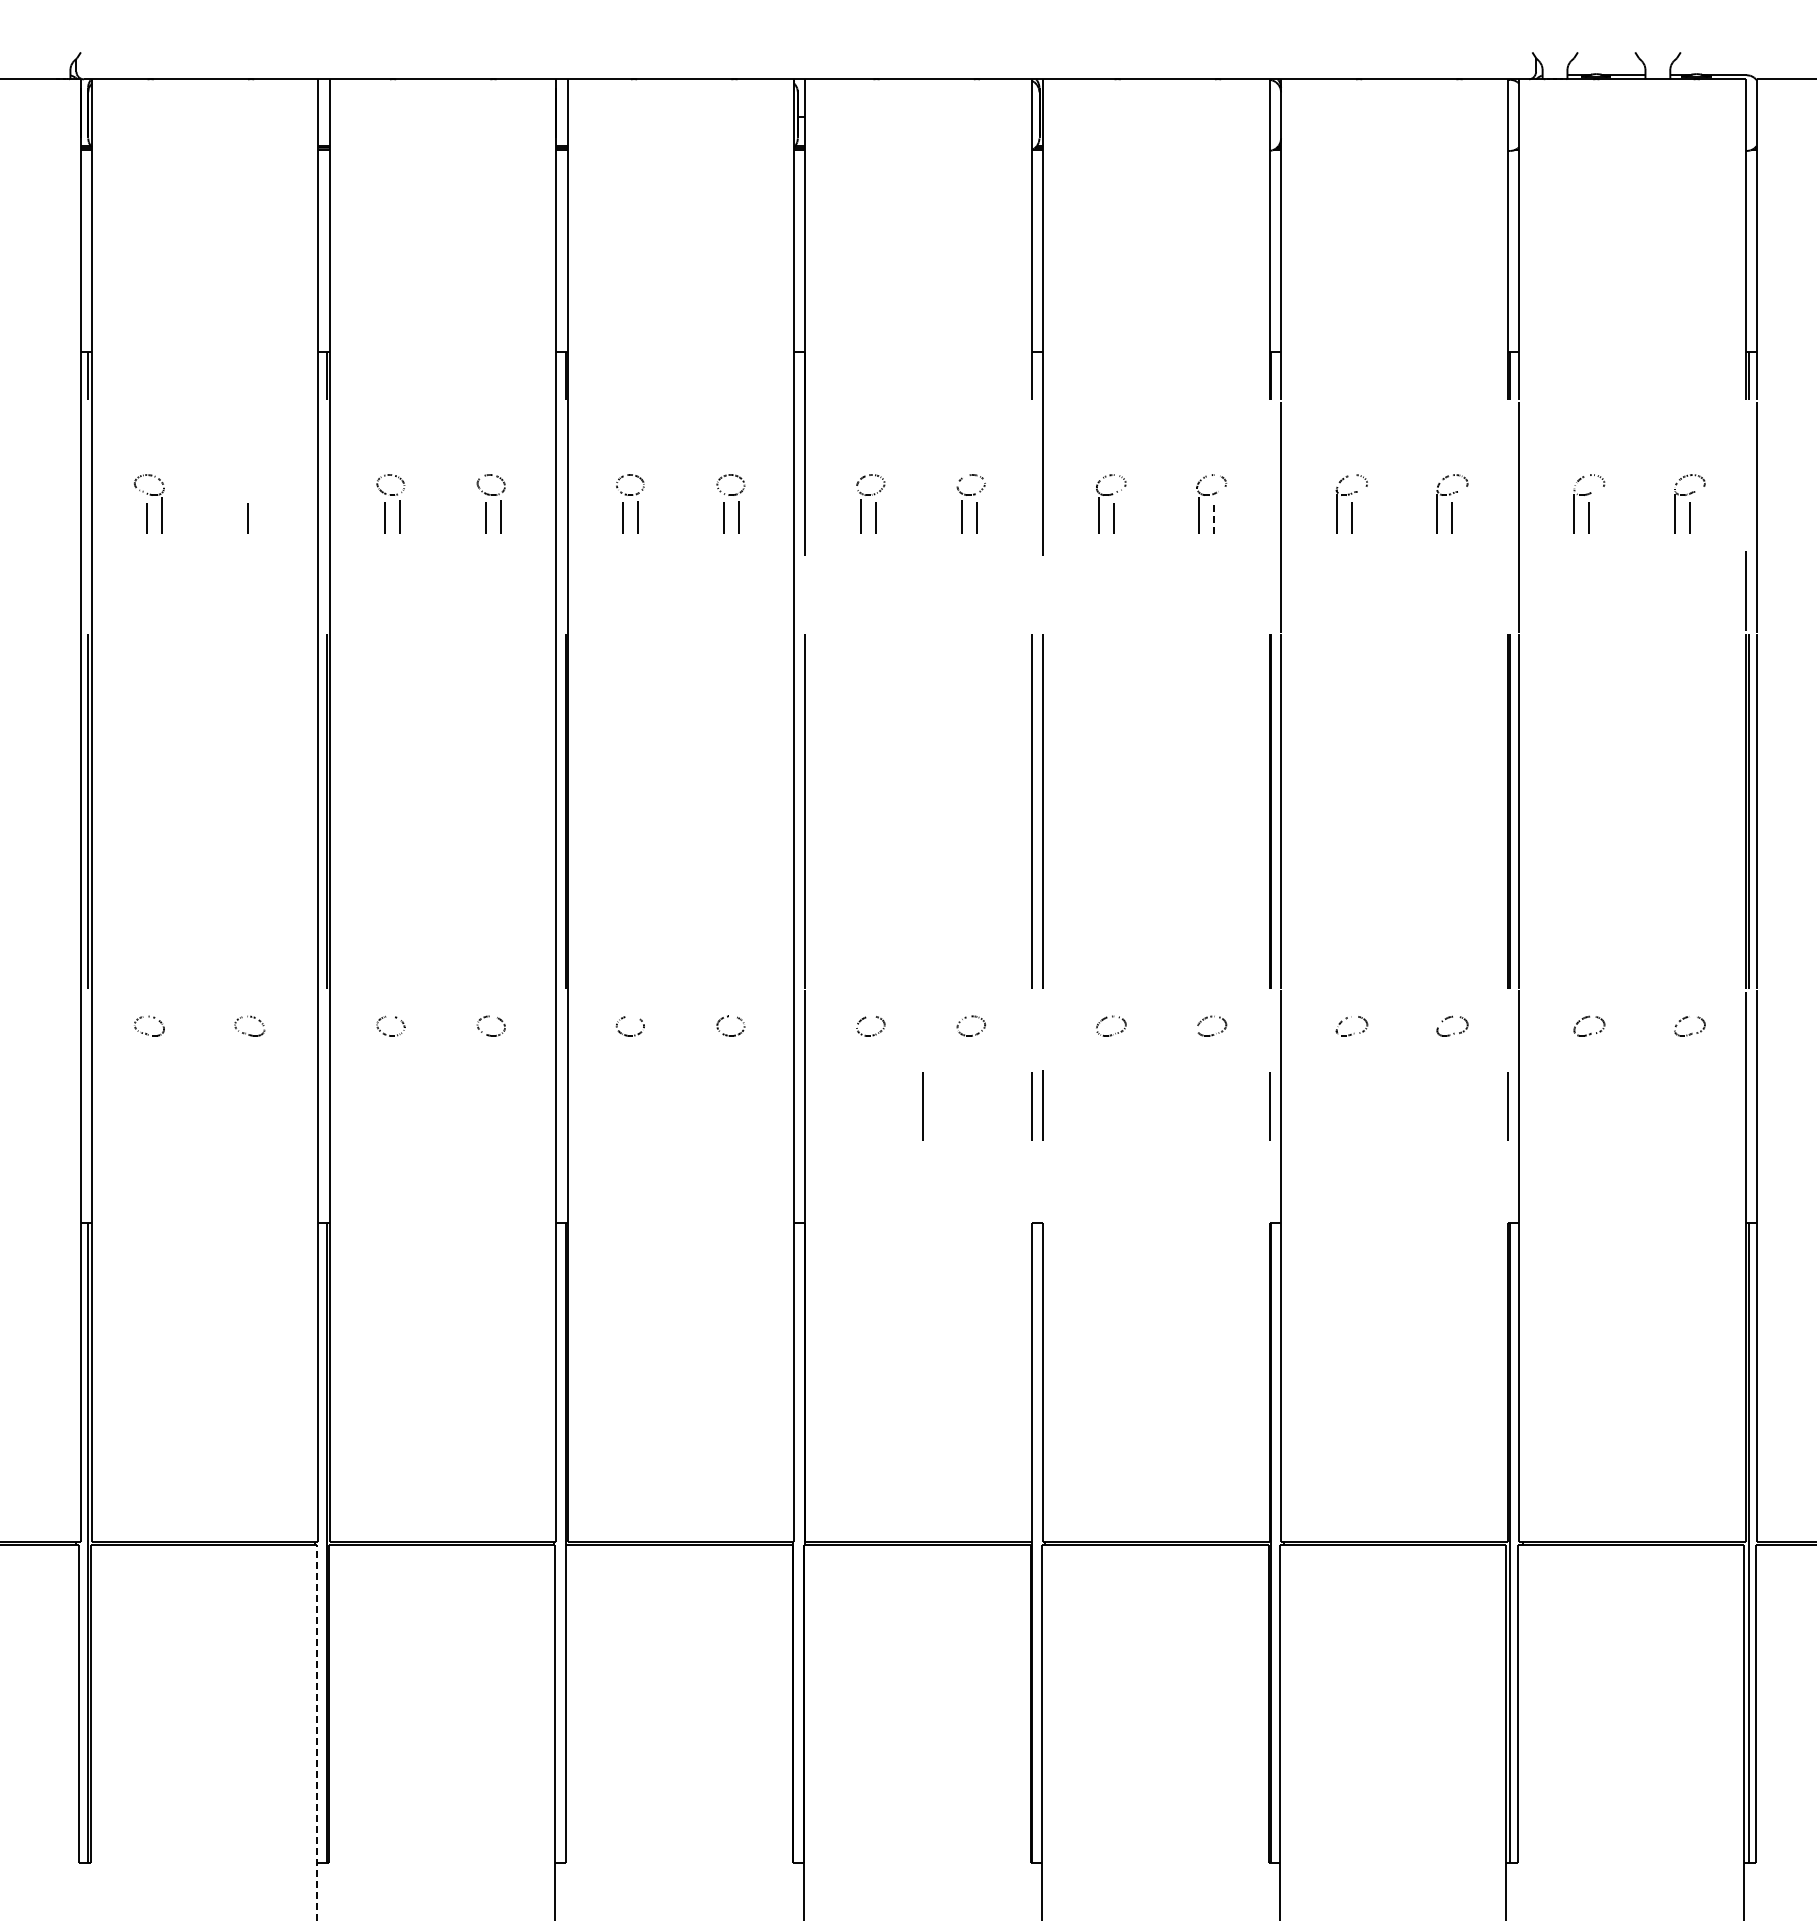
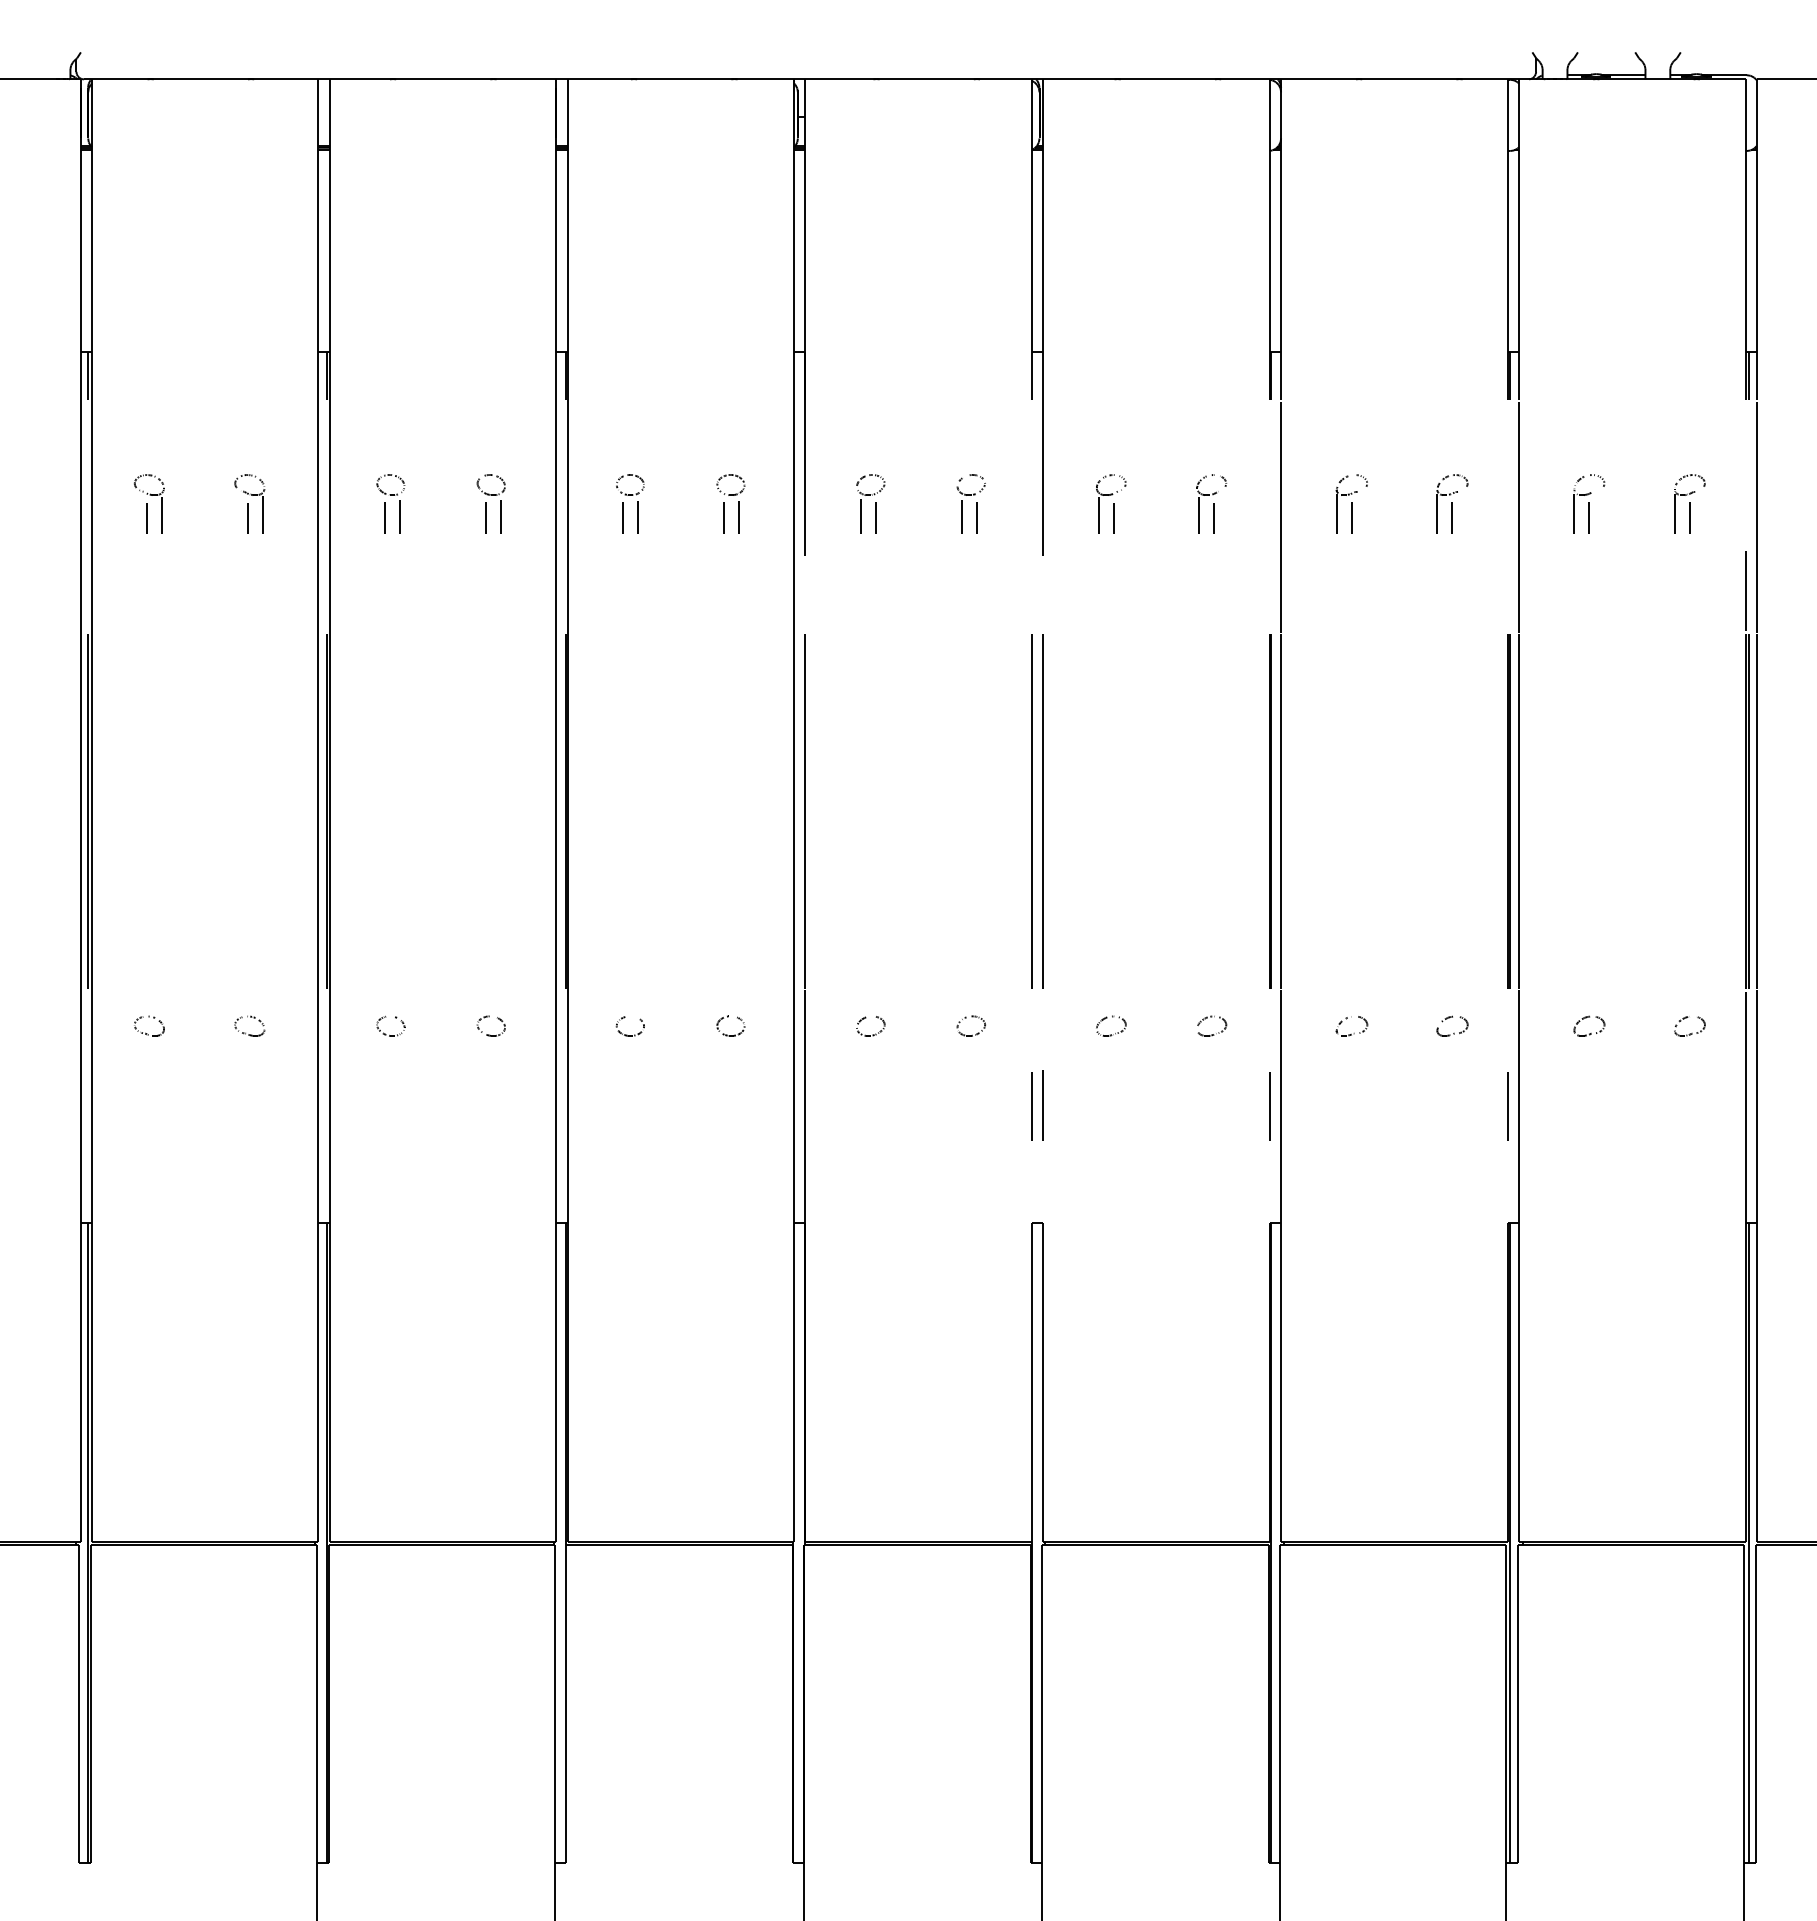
part at (251, 495): none -> present
line at (1214, 518): dashed -> solid
line at (922, 1106): present -> none
line at (317, 1732): dashed -> solid
